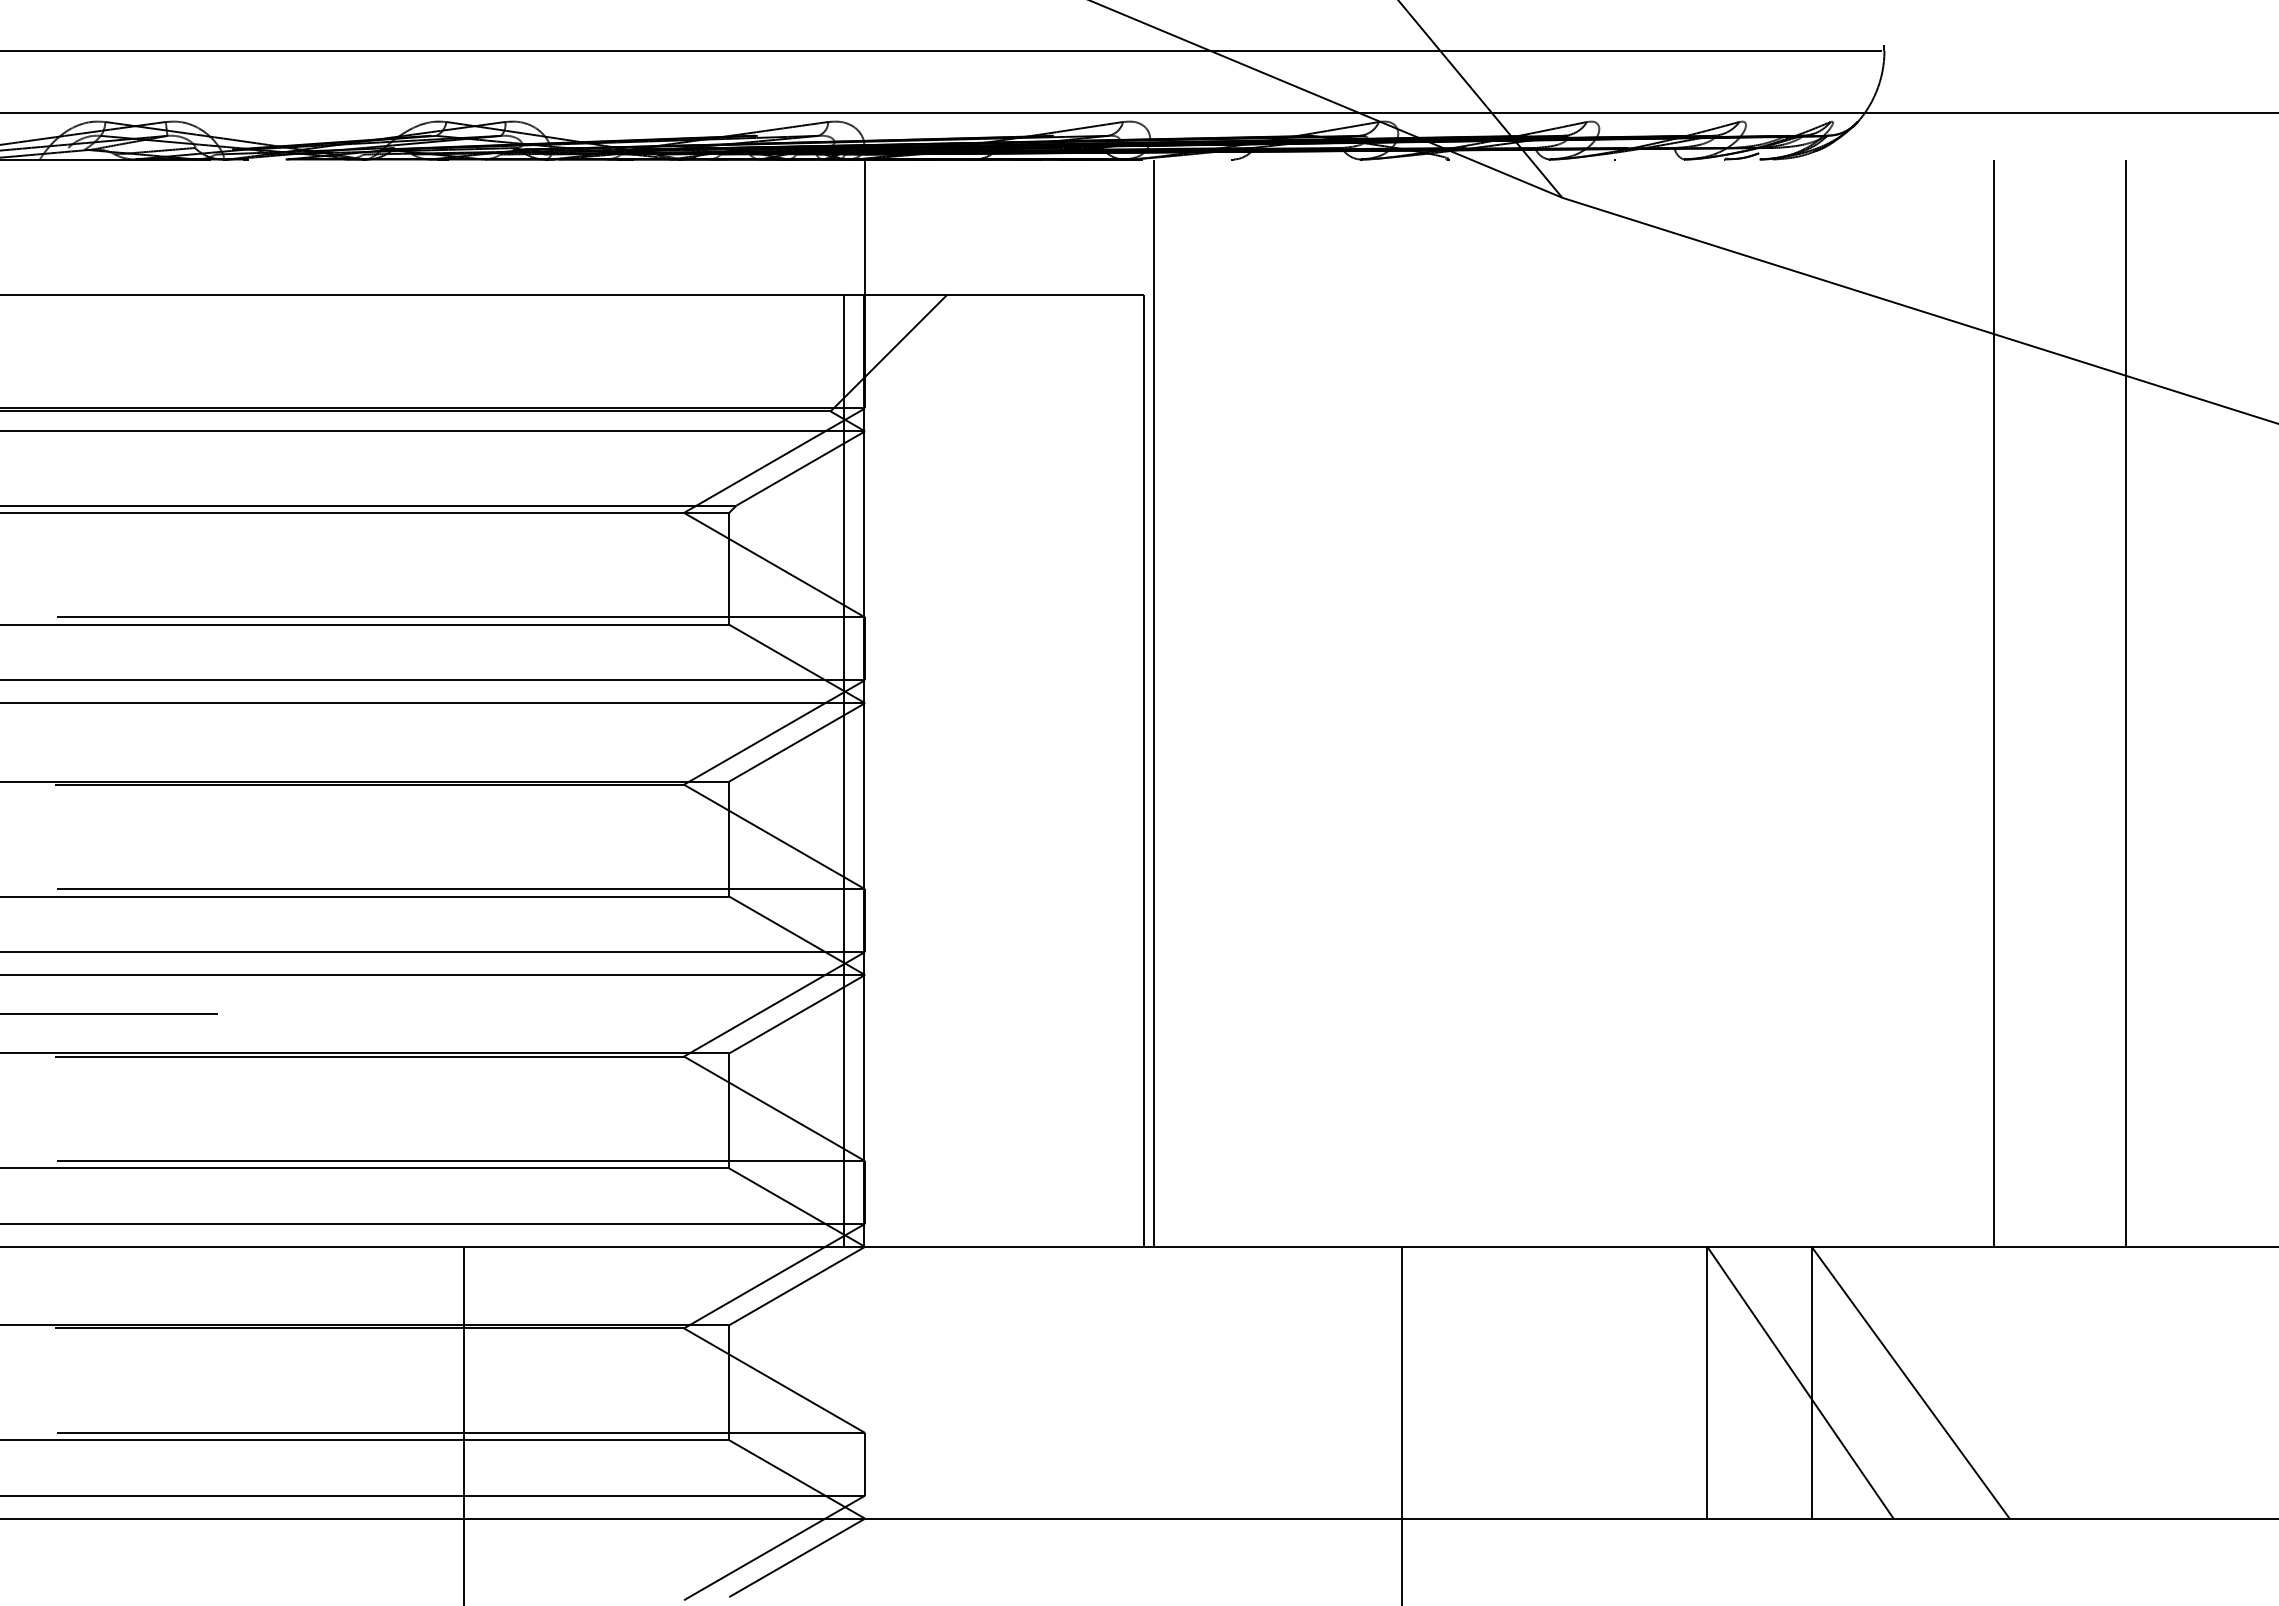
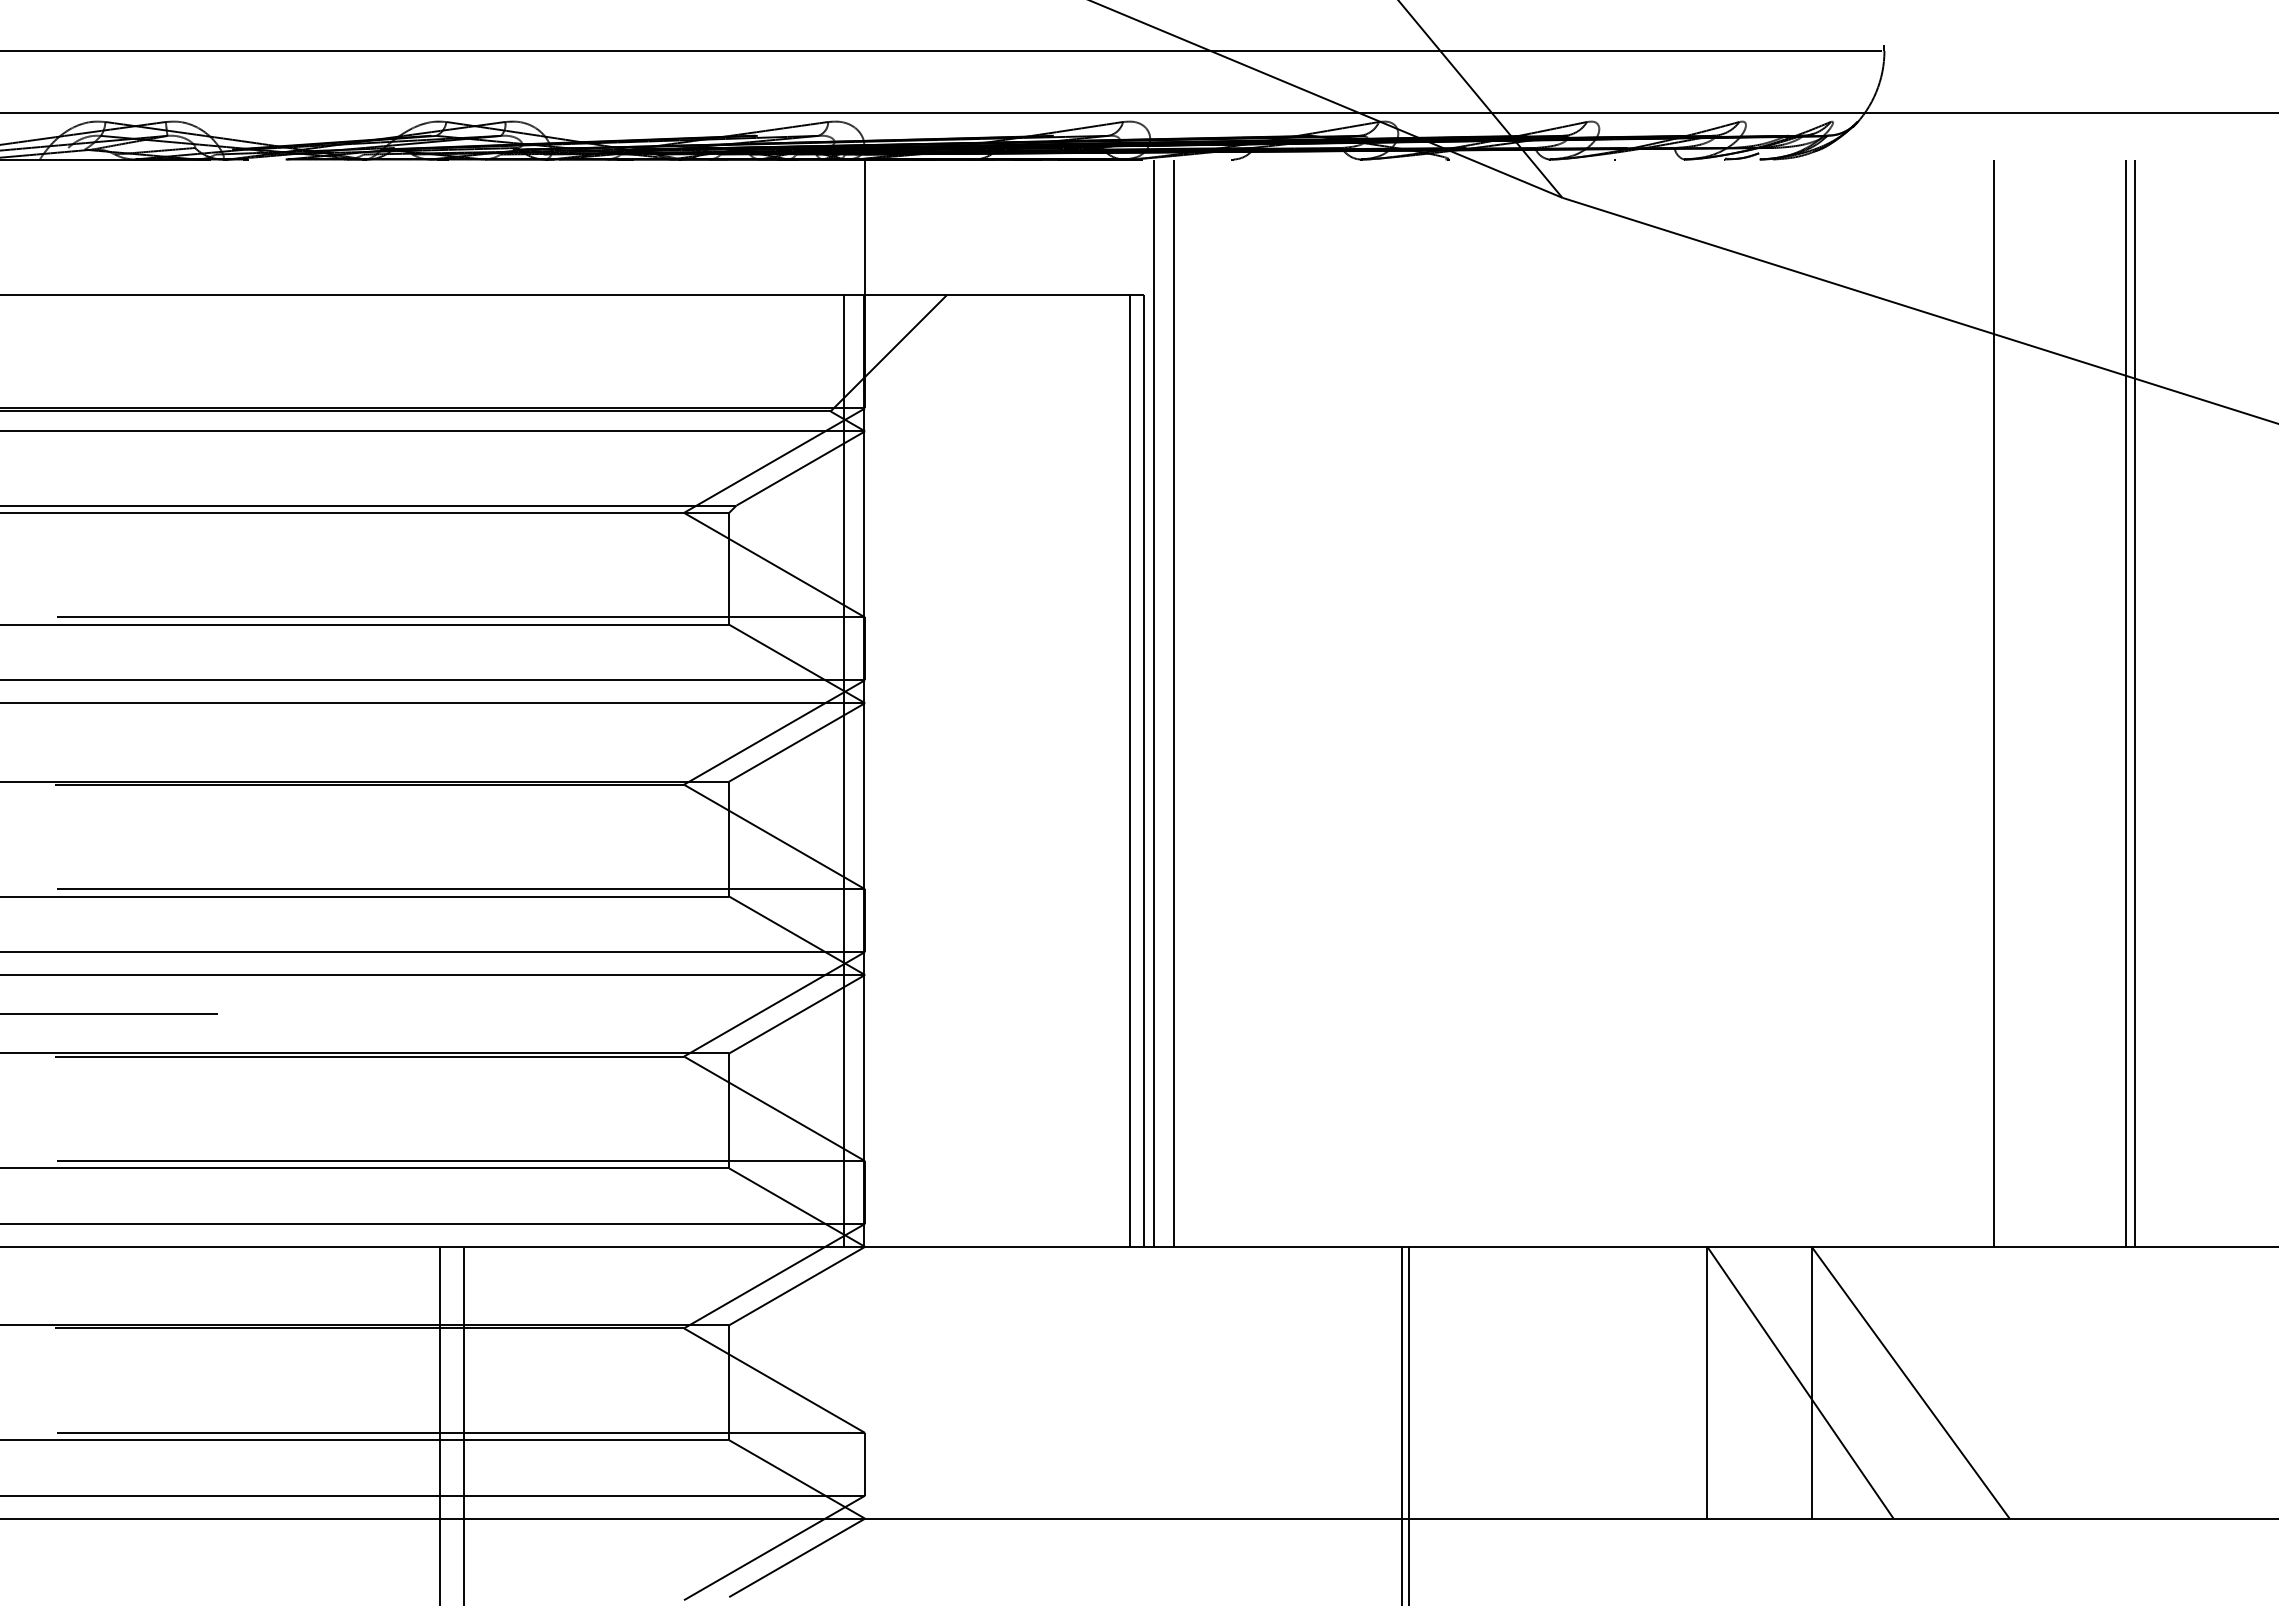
line at (1174, 702): none -> present
line at (2134, 702): none -> present
line at (1129, 770): none -> present
line at (439, 1424): none -> present
line at (1408, 1424): none -> present
